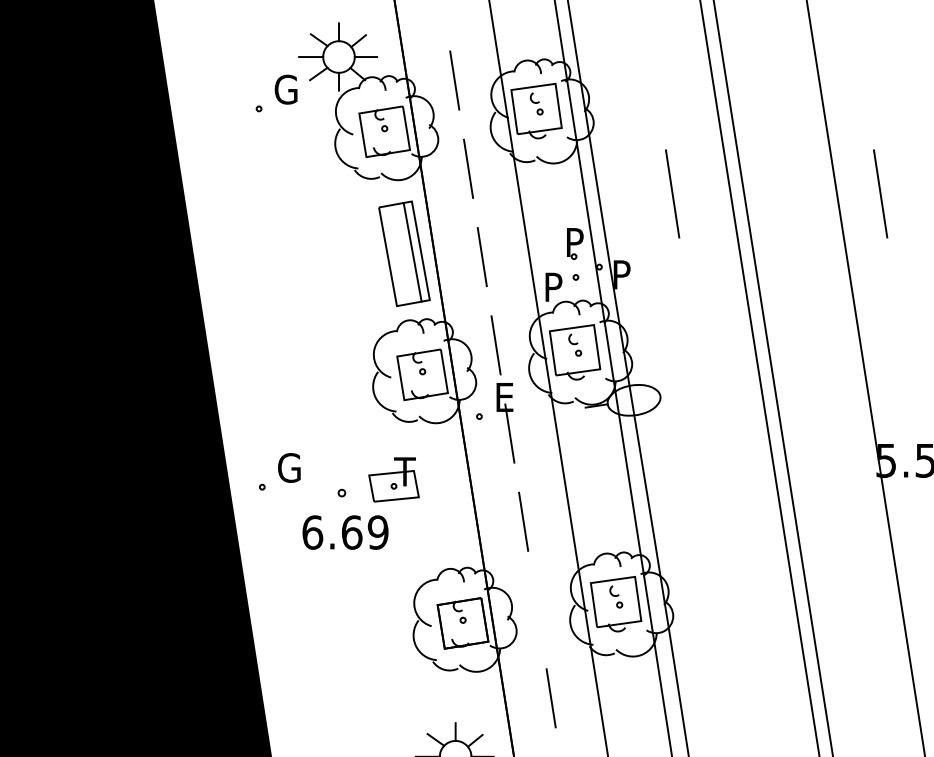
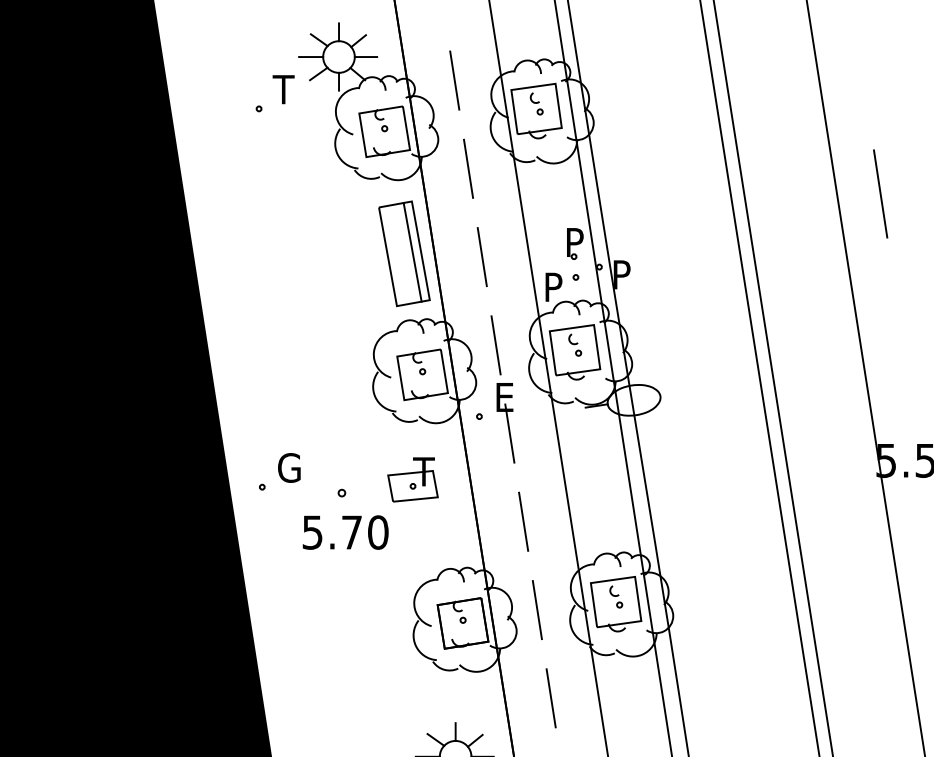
text at (284, 89): G -> T
line at (672, 193): present -> none
part at (393, 479) position: (393, 479) -> (412, 479)
text at (345, 532): 6.69 -> 5.70
line at (536, 609): none -> present
